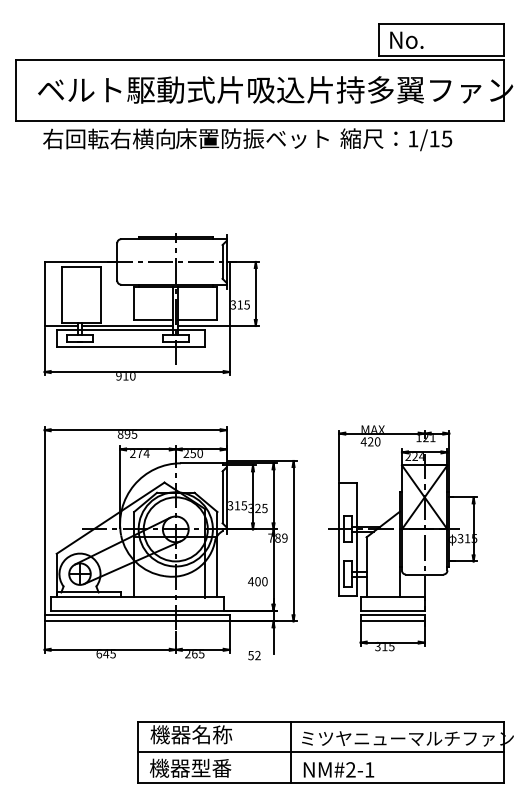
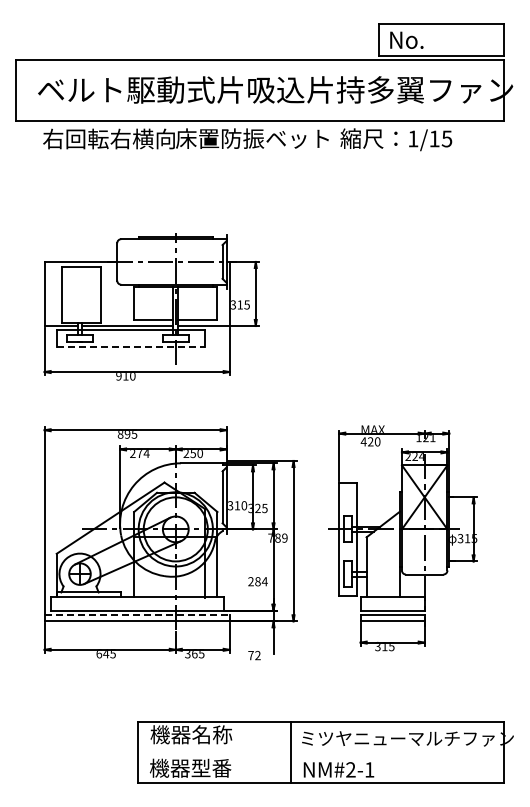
line at (131, 347): solid -> dashed
text at (244, 505): 315 -> 310
text at (257, 581): 400 -> 284
line at (137, 615): solid -> dashed
text at (187, 655): 265 -> 365
text at (250, 655): 52 -> 72
line at (321, 752): present -> none
